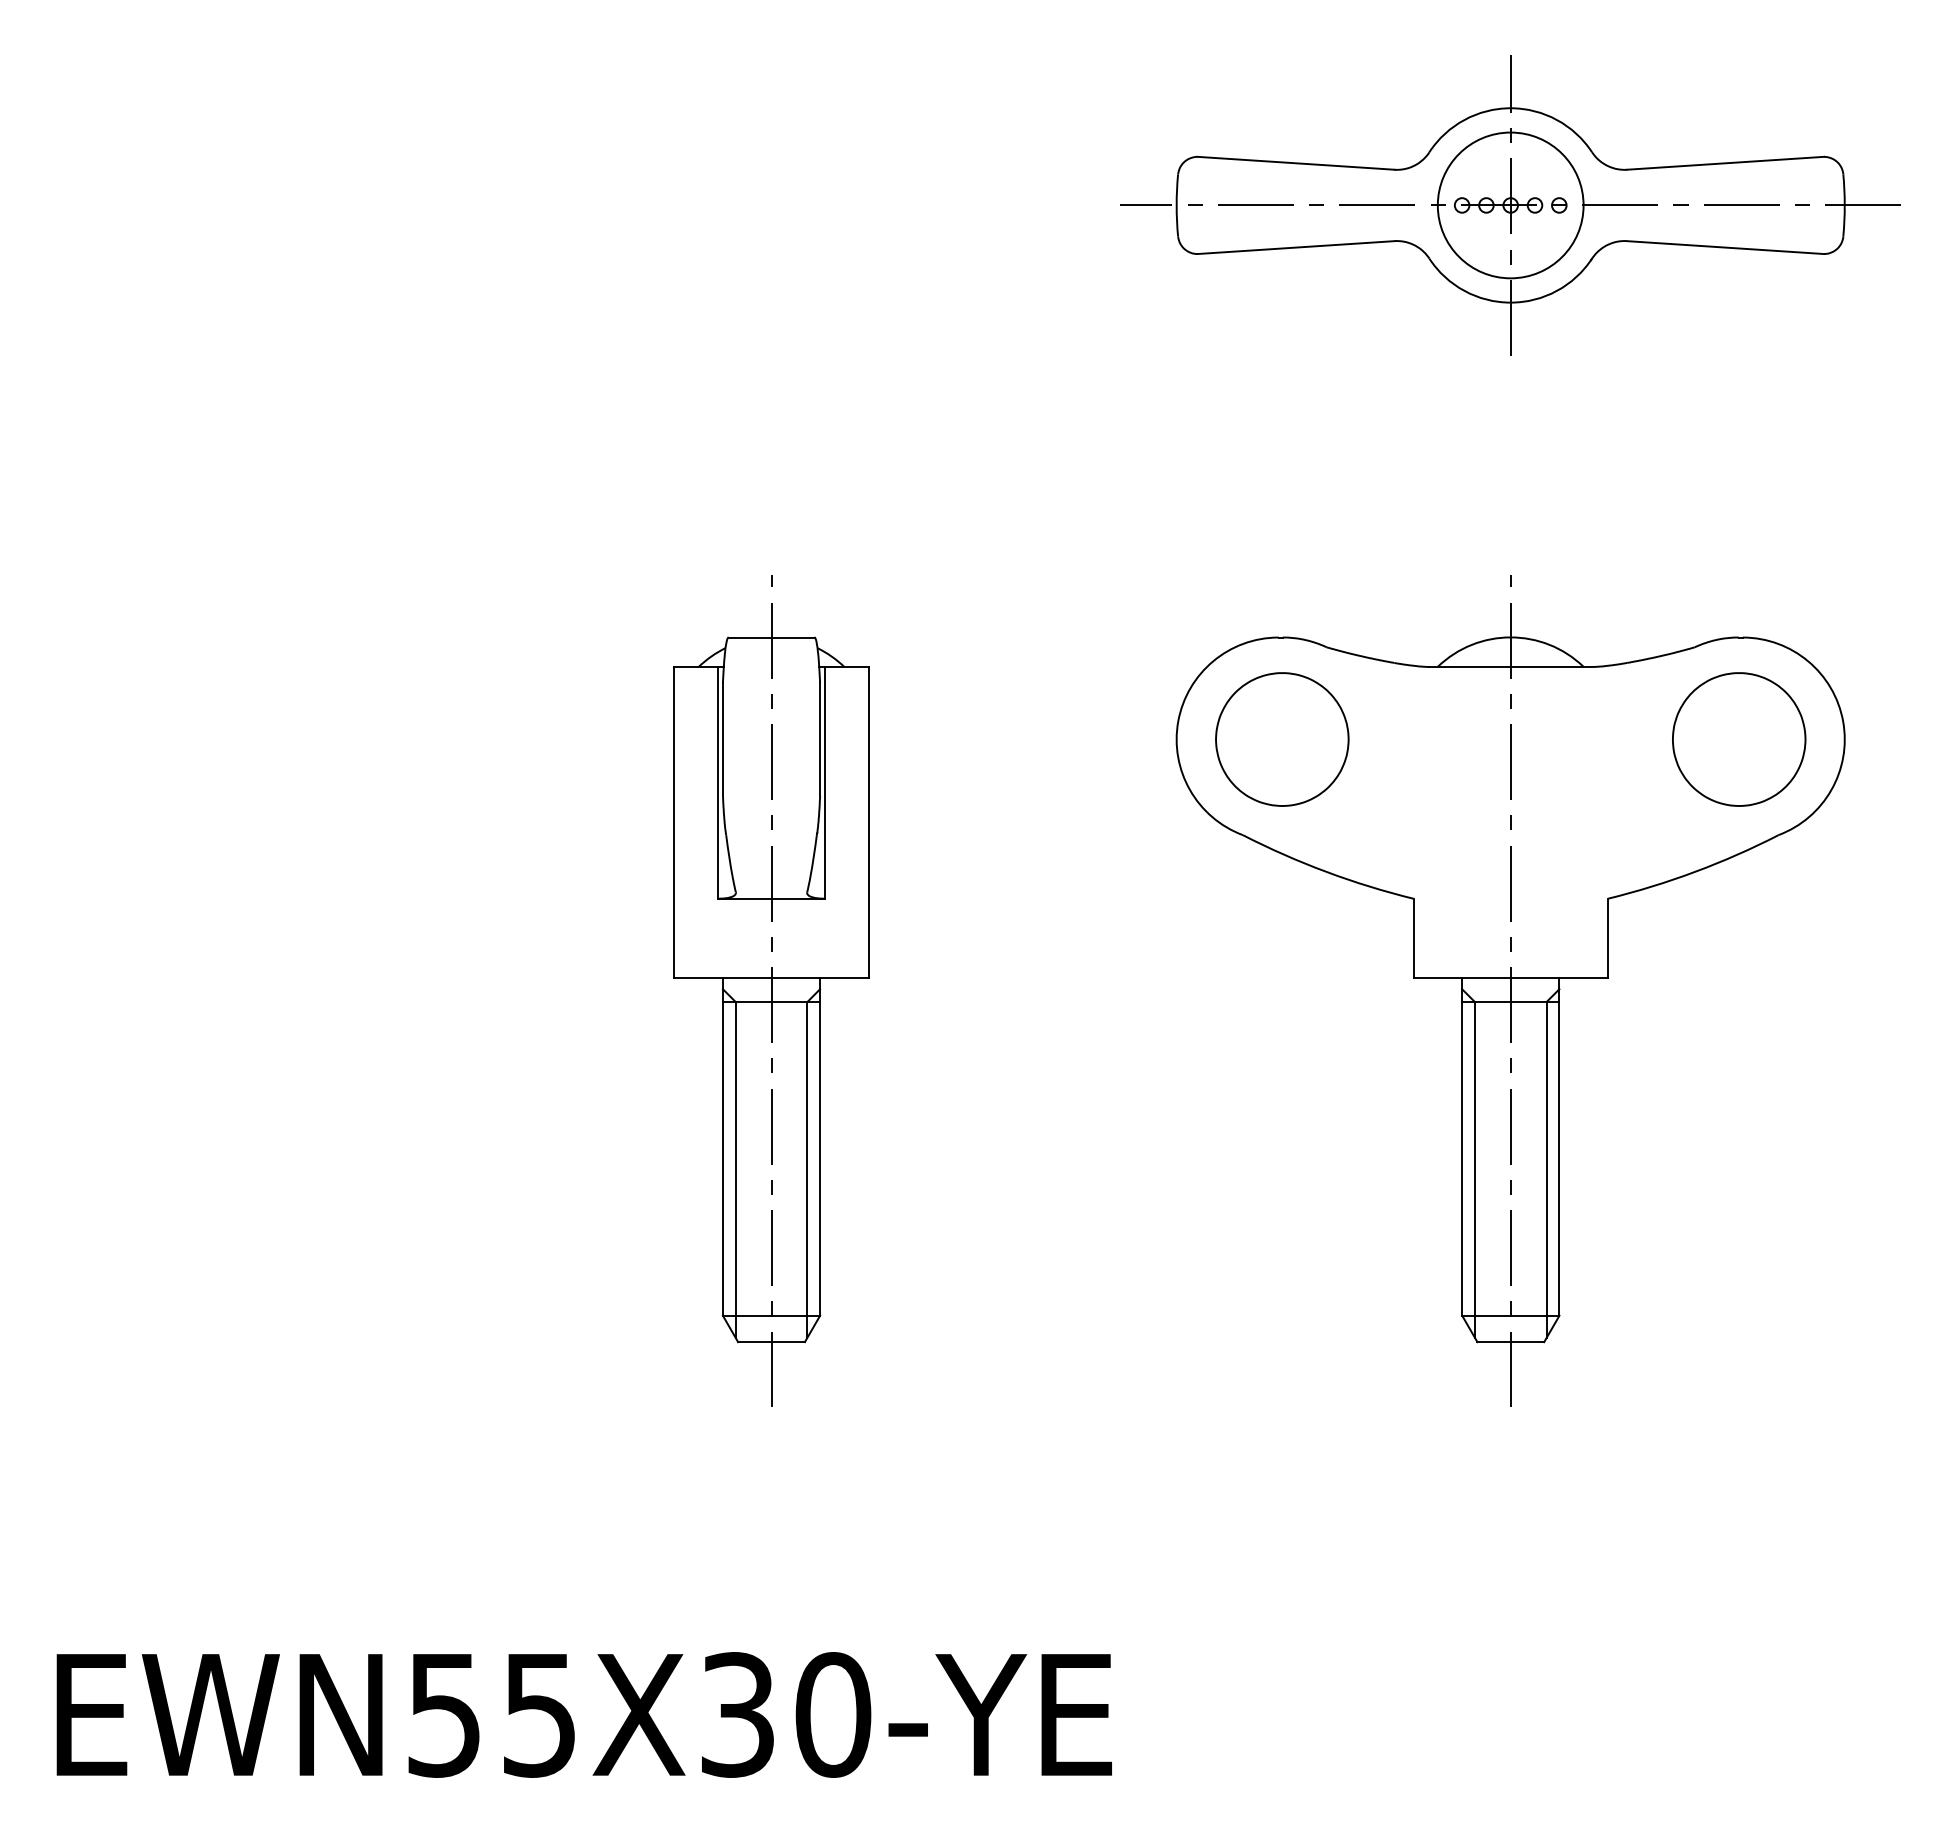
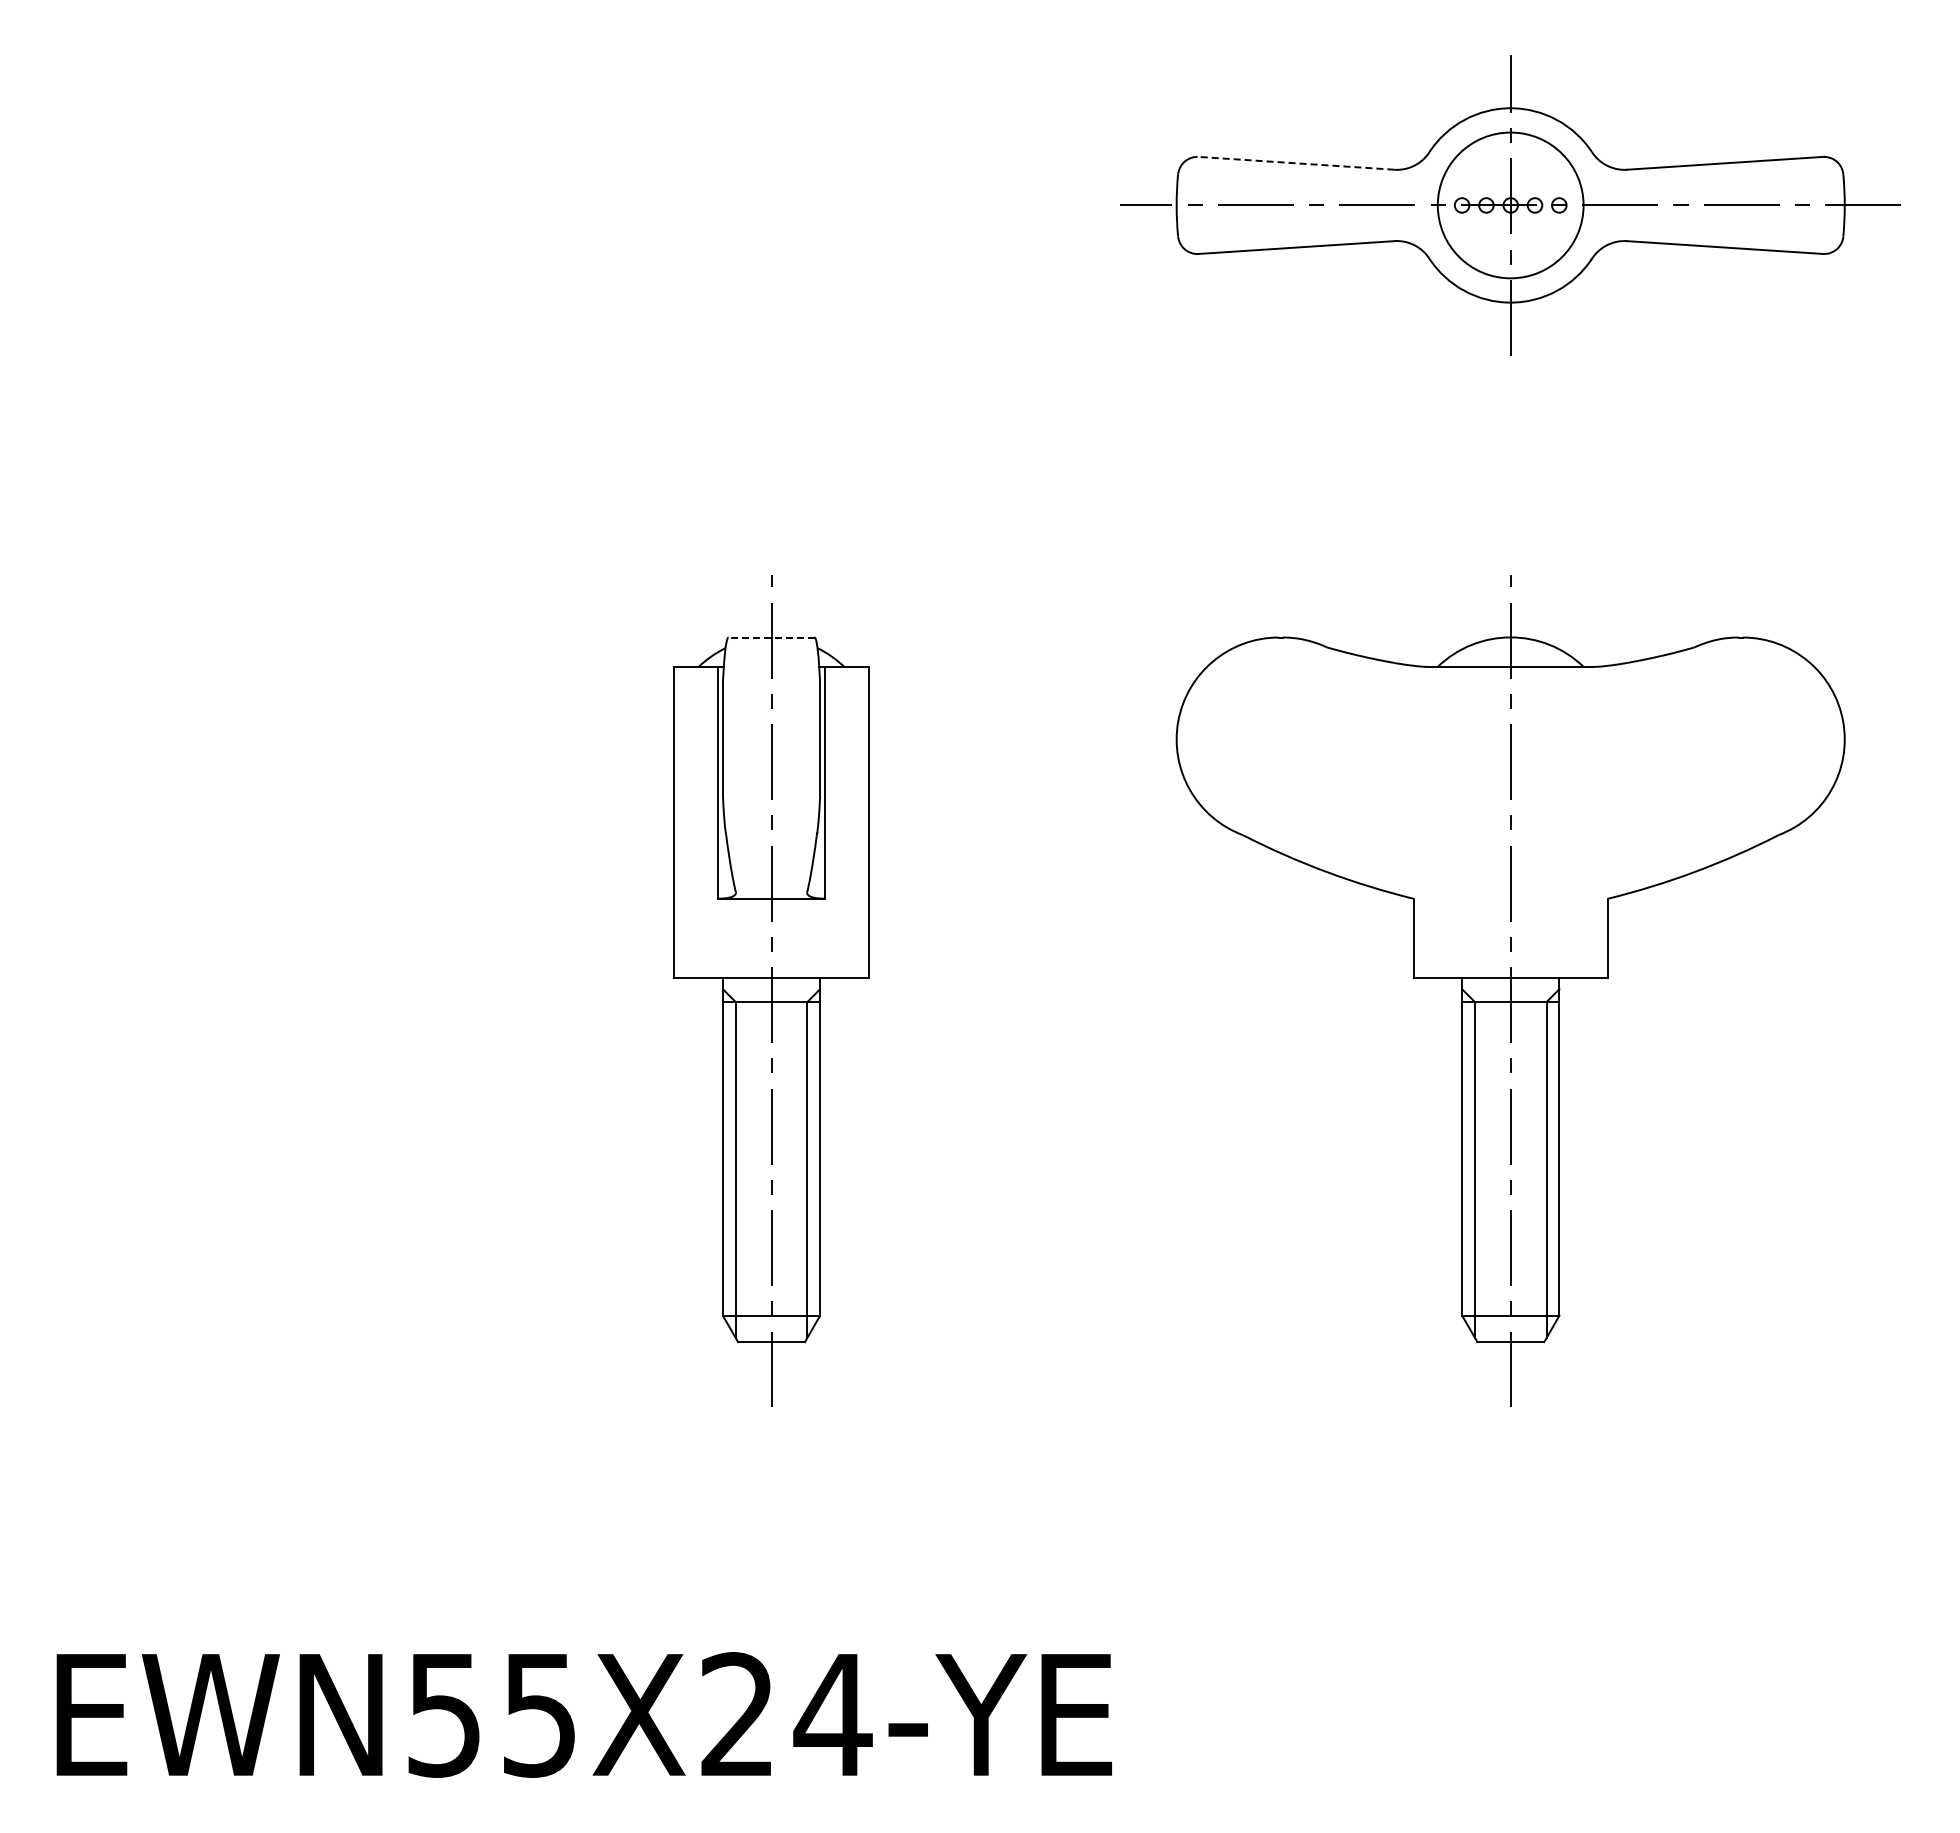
line at (1295, 163): solid -> dashed
line at (771, 637): solid -> dashed
part at (1282, 739): present -> none
part at (1739, 739): present -> none
text at (786, 1714): EWN55X30-YE -> EWN55X24-YE
